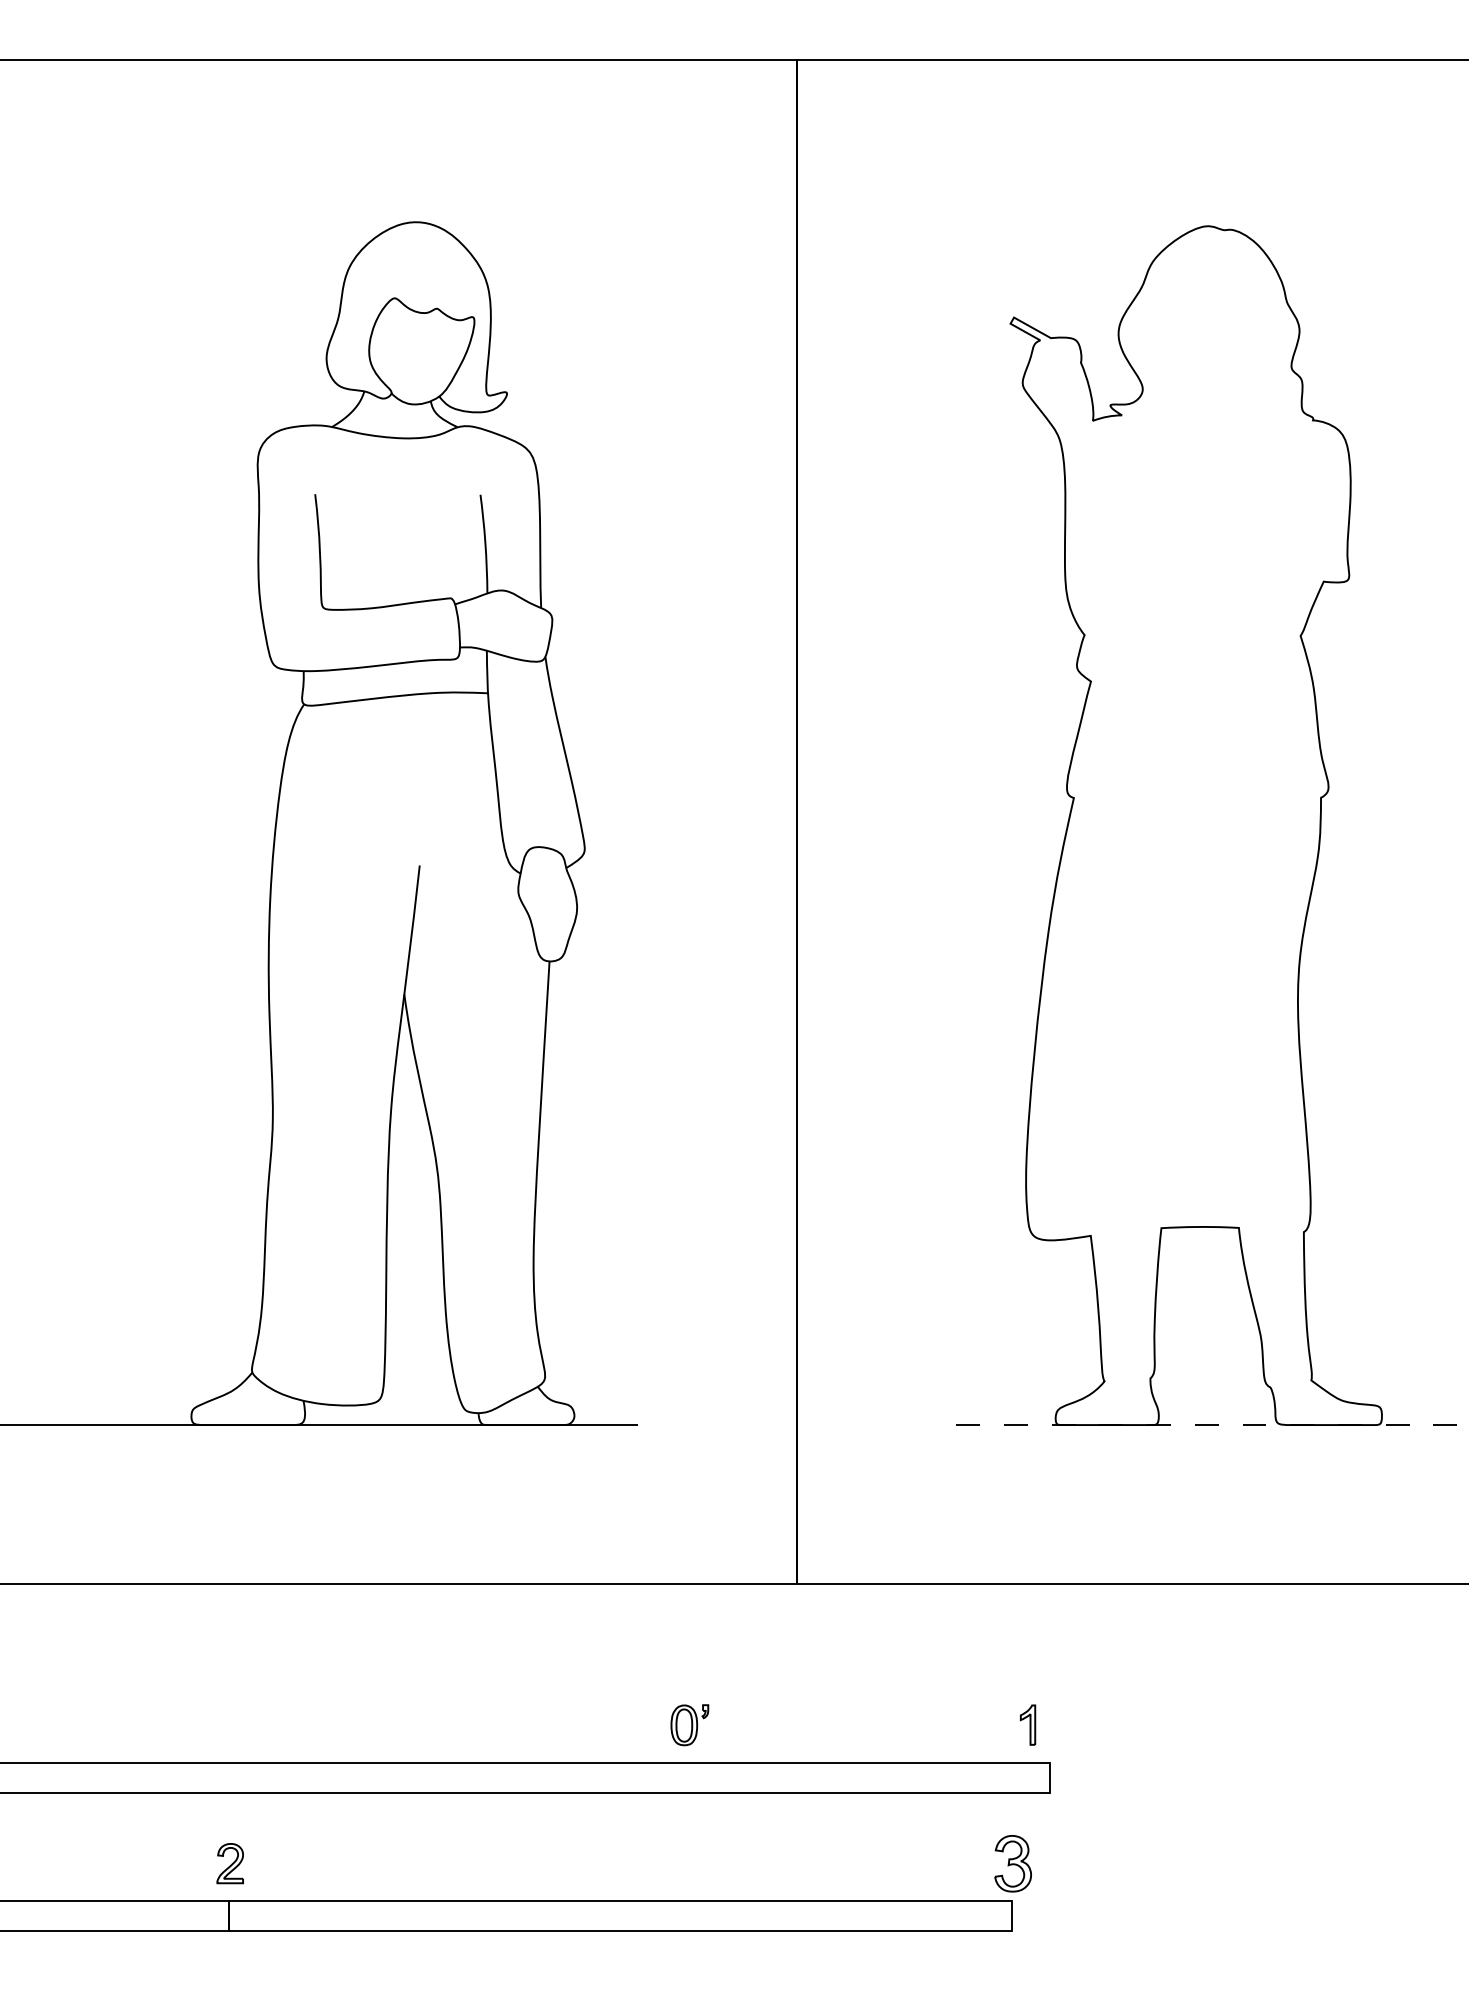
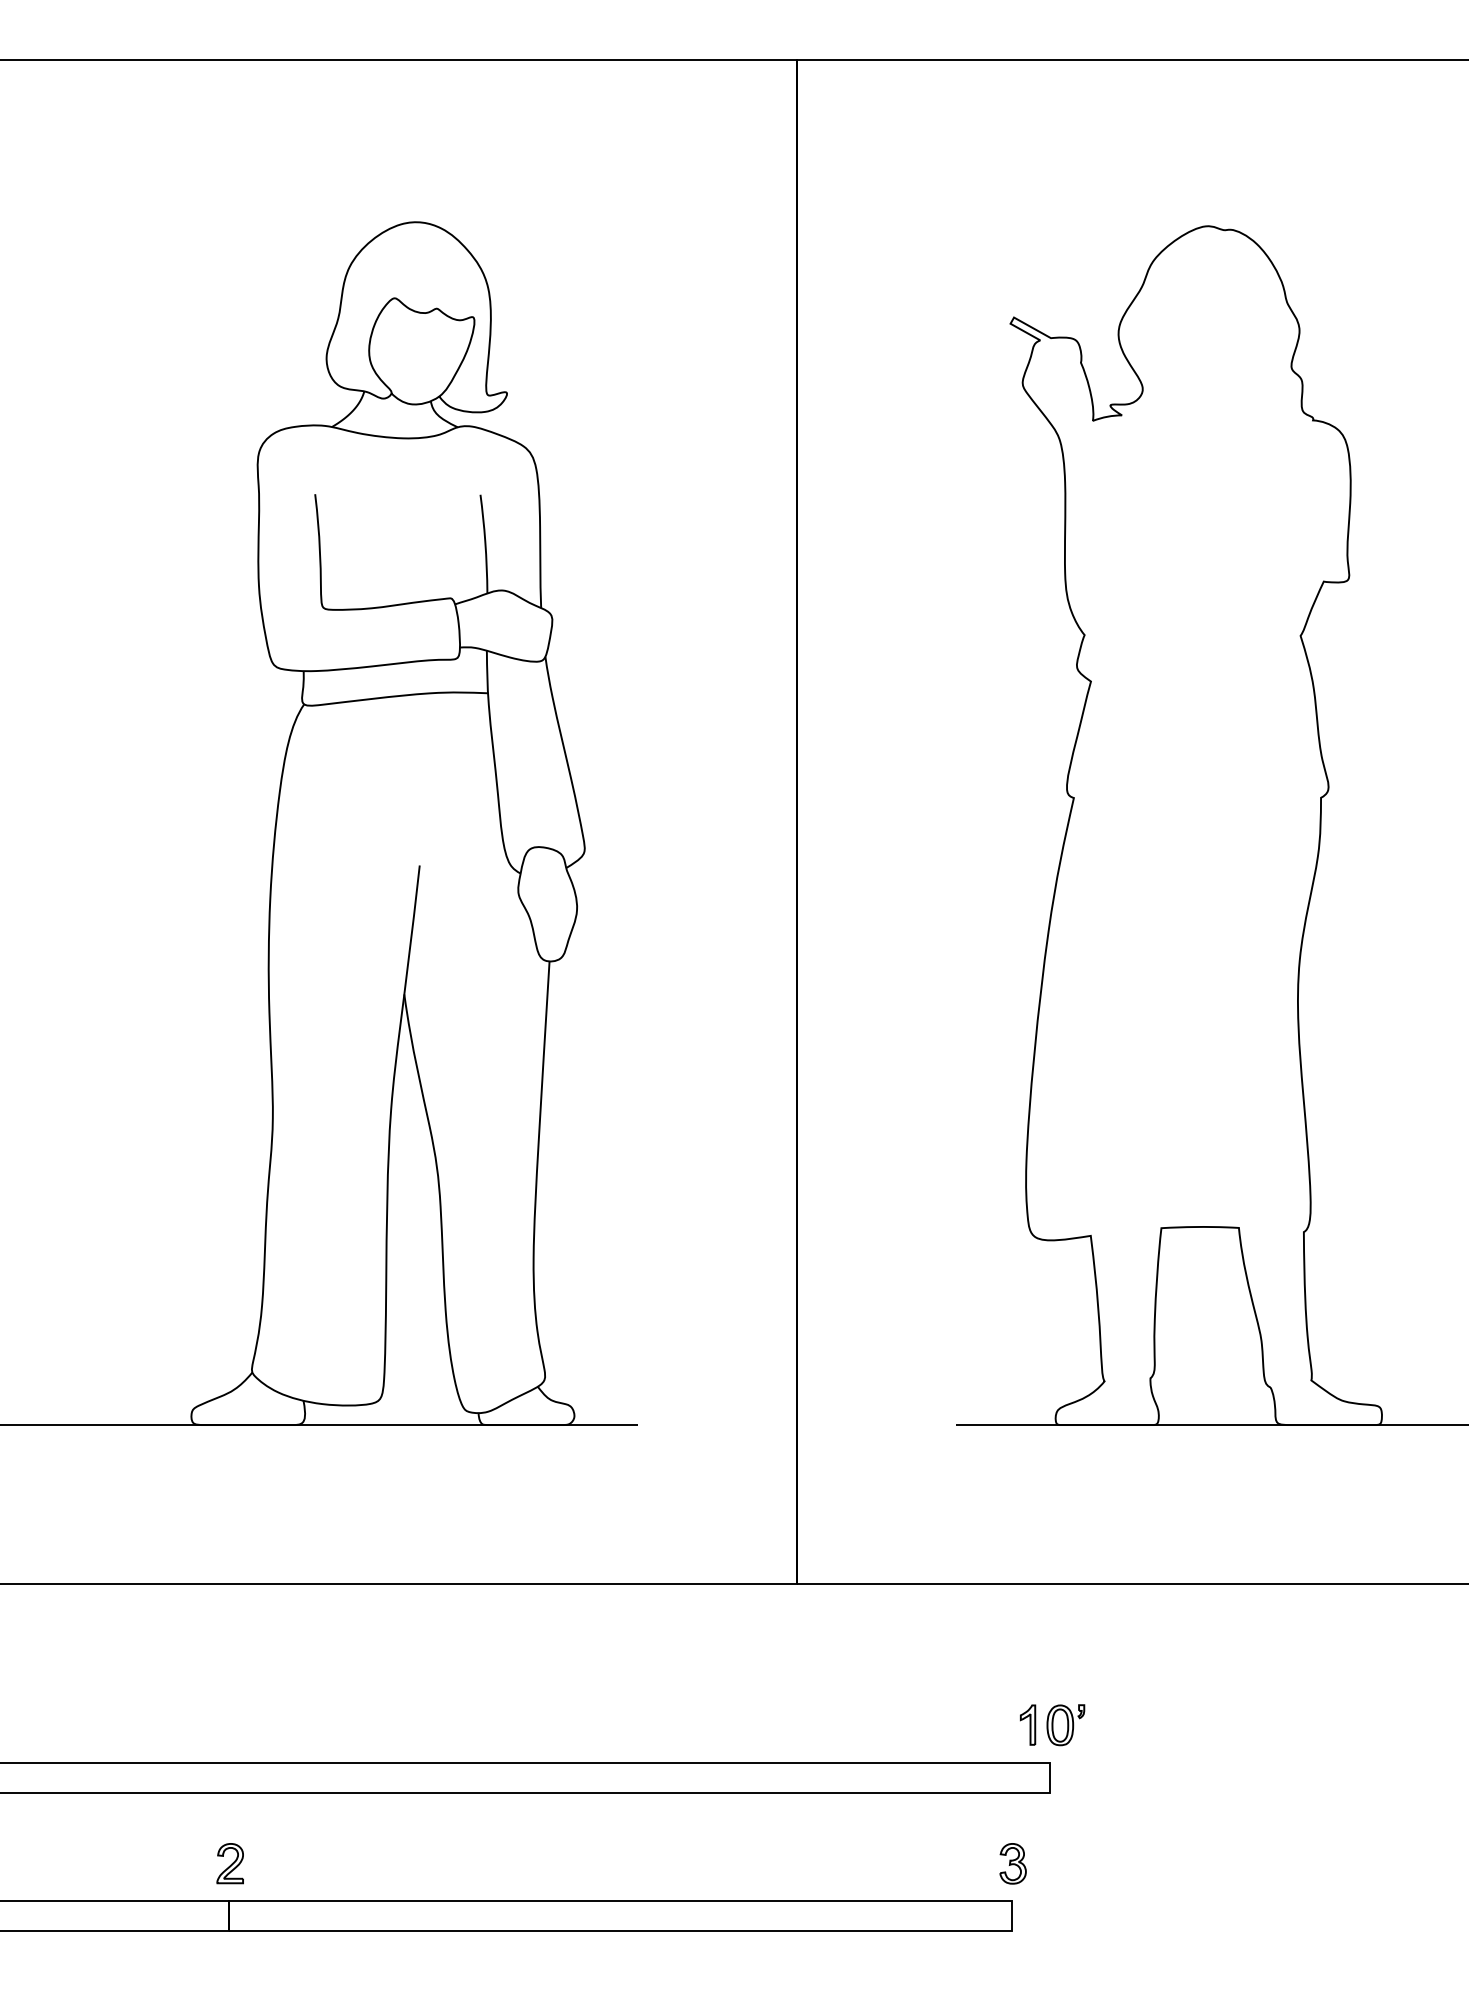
line at (1212, 1425): dashed -> solid
part at (689, 1725) position: (689, 1725) -> (1065, 1725)
part at (1012, 1863) size: 38x58 px -> 28x42 px
